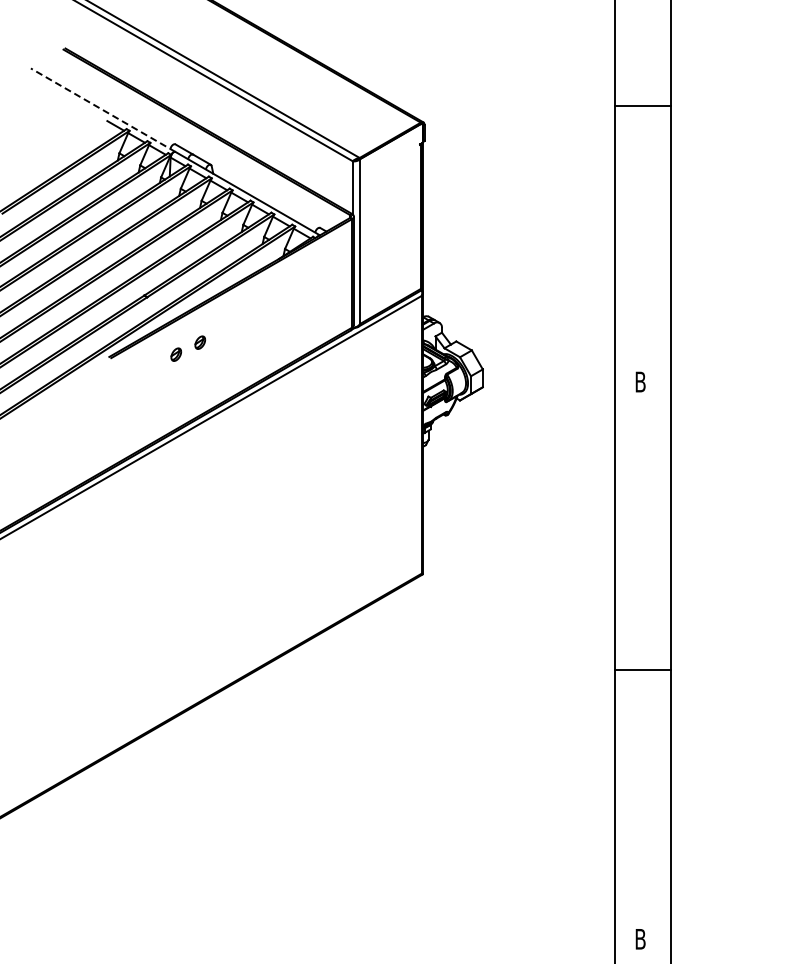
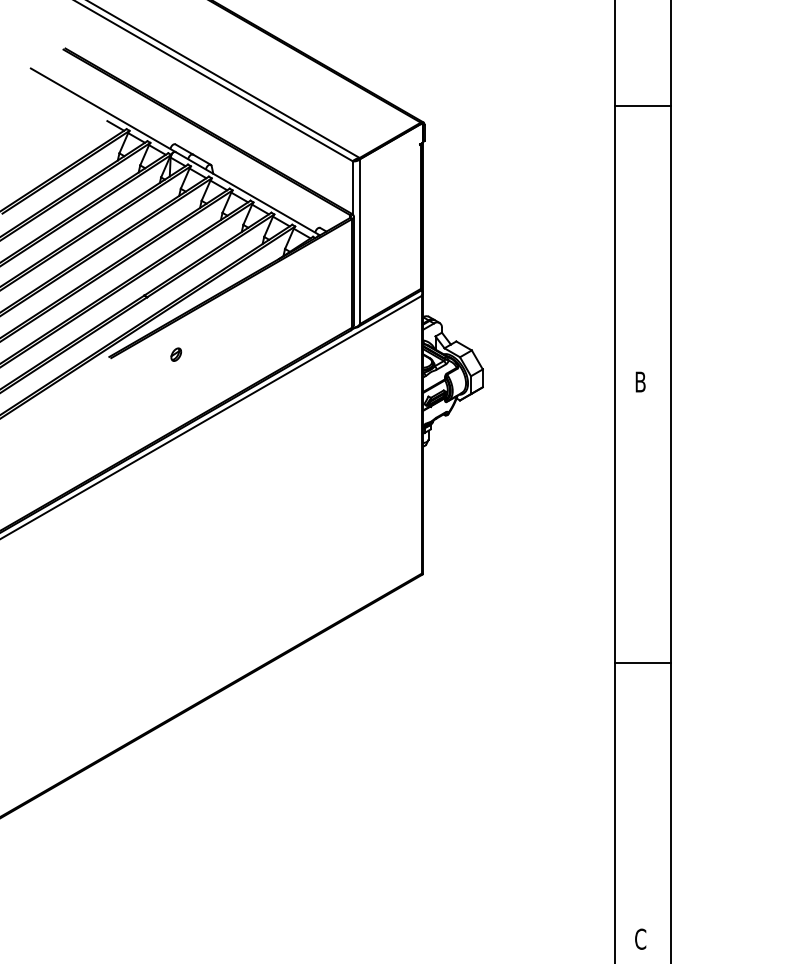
line at (103, 110): dashed -> solid
part at (200, 342): present -> none
line at (643, 670) position: (643, 670) -> (643, 663)
text at (640, 938): B -> C
